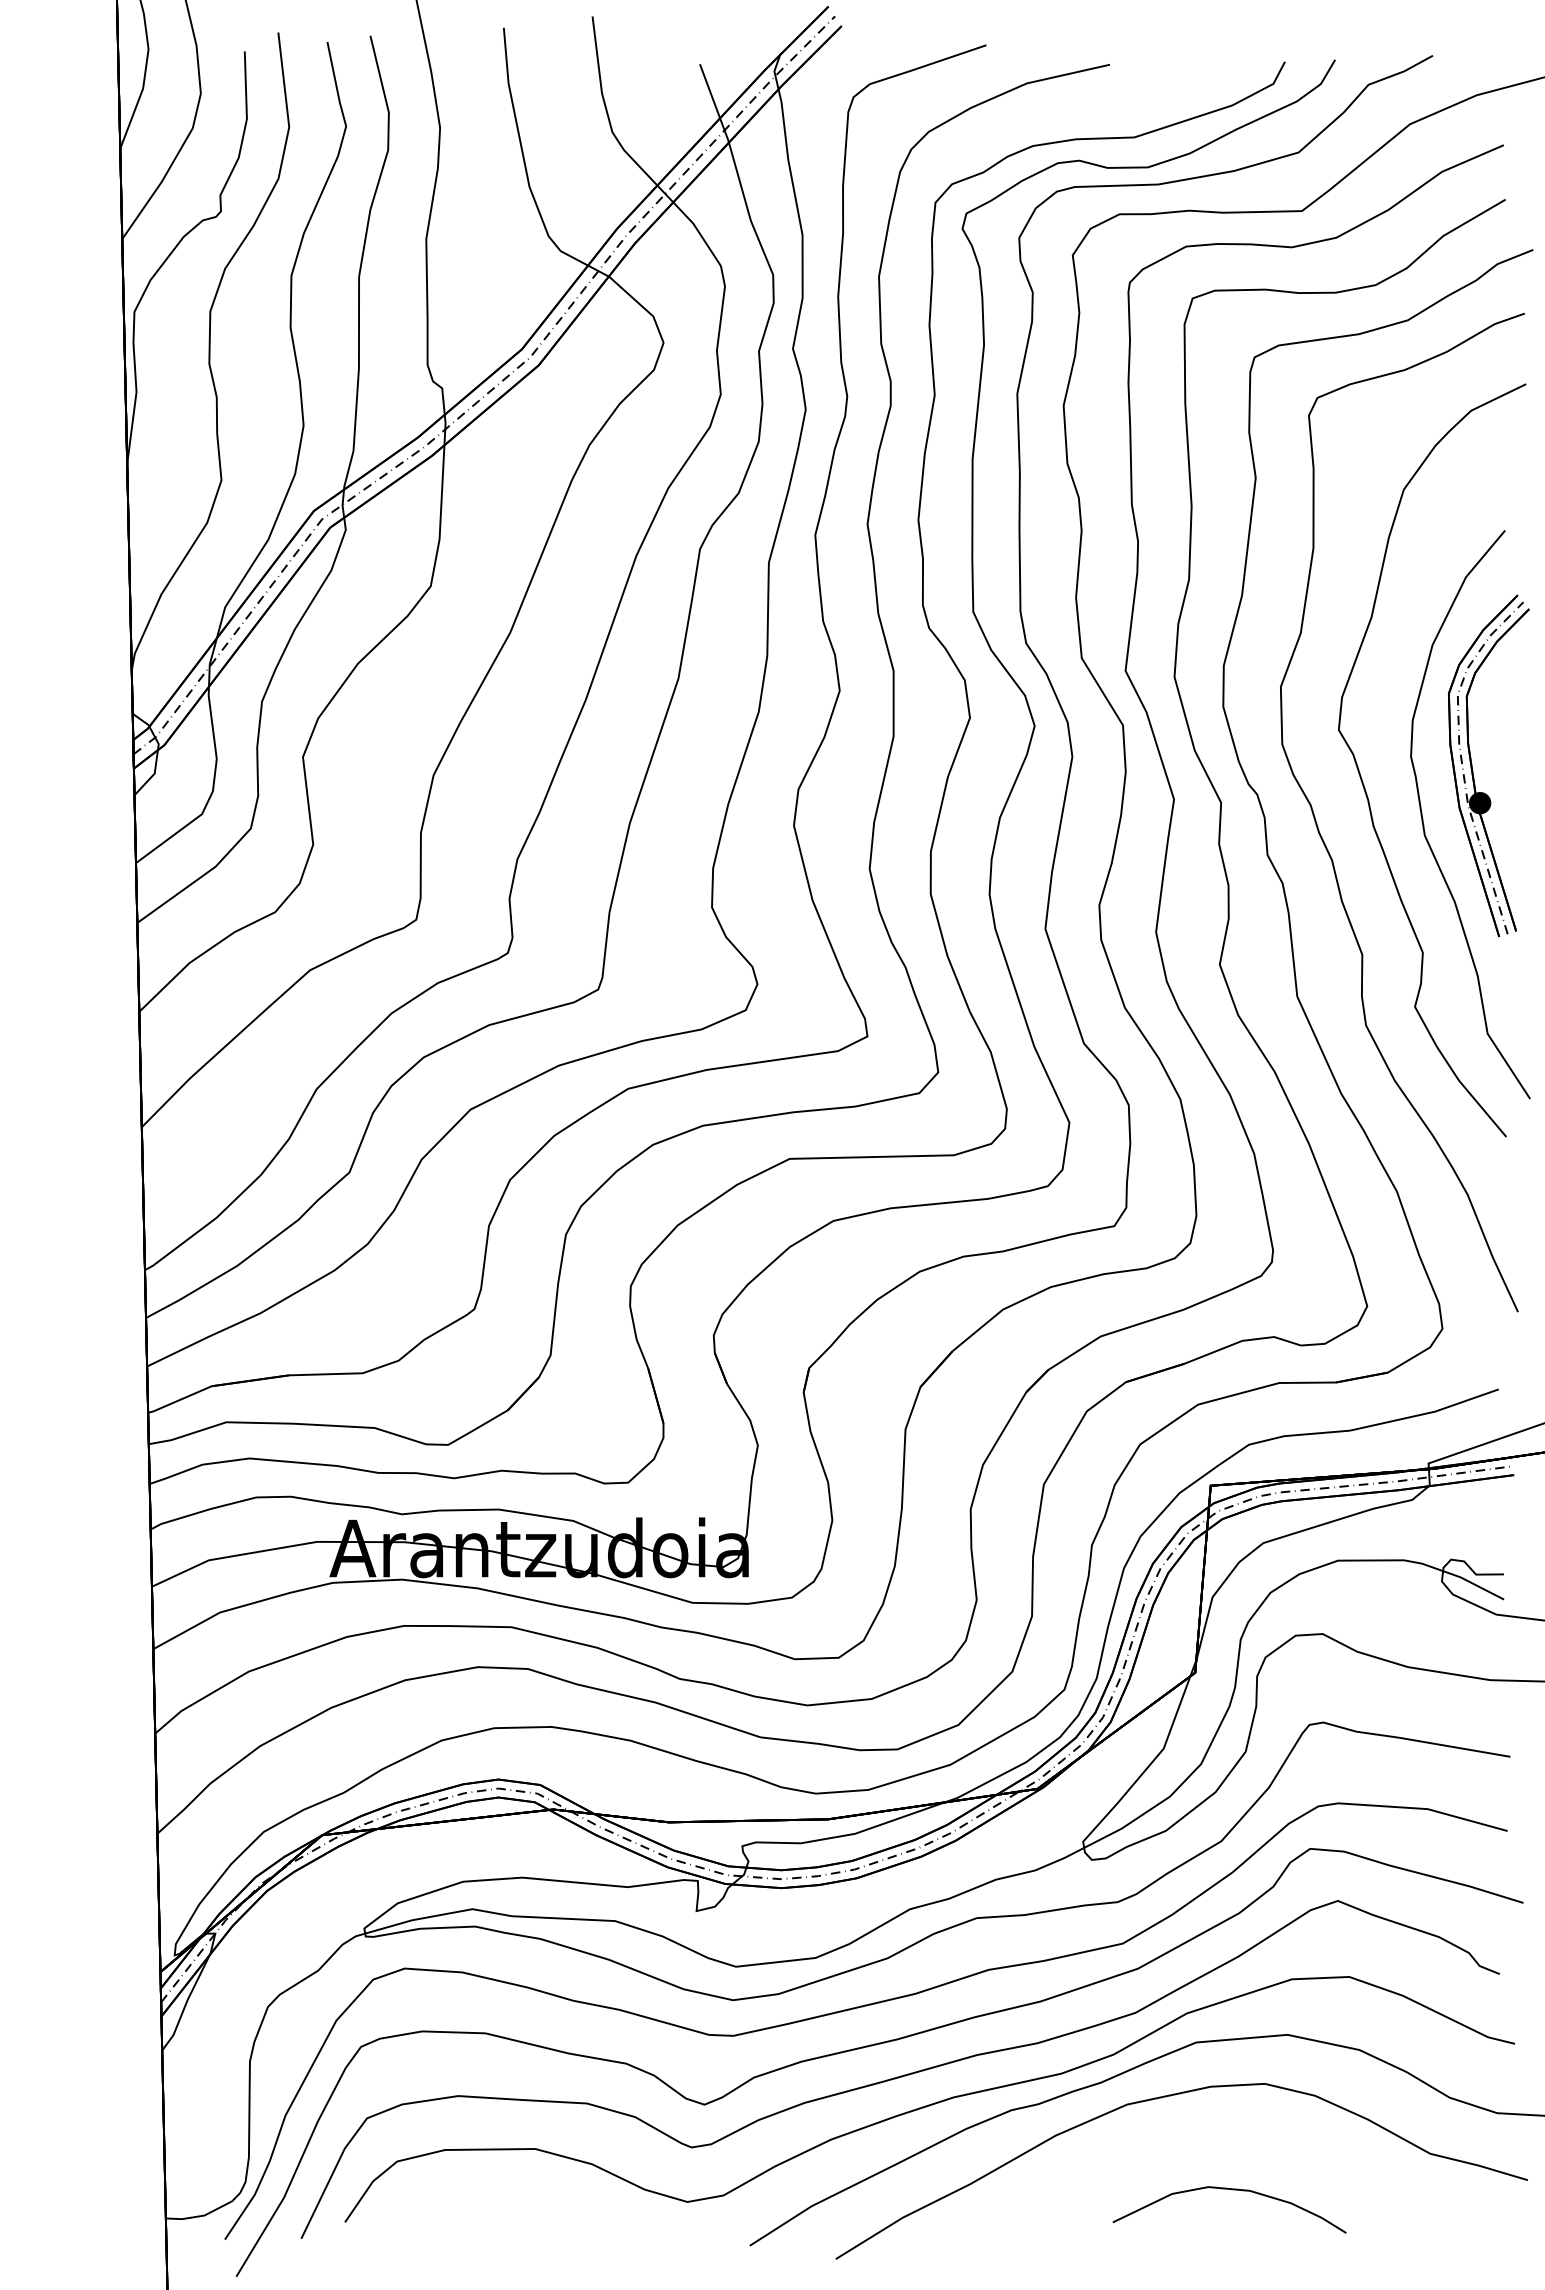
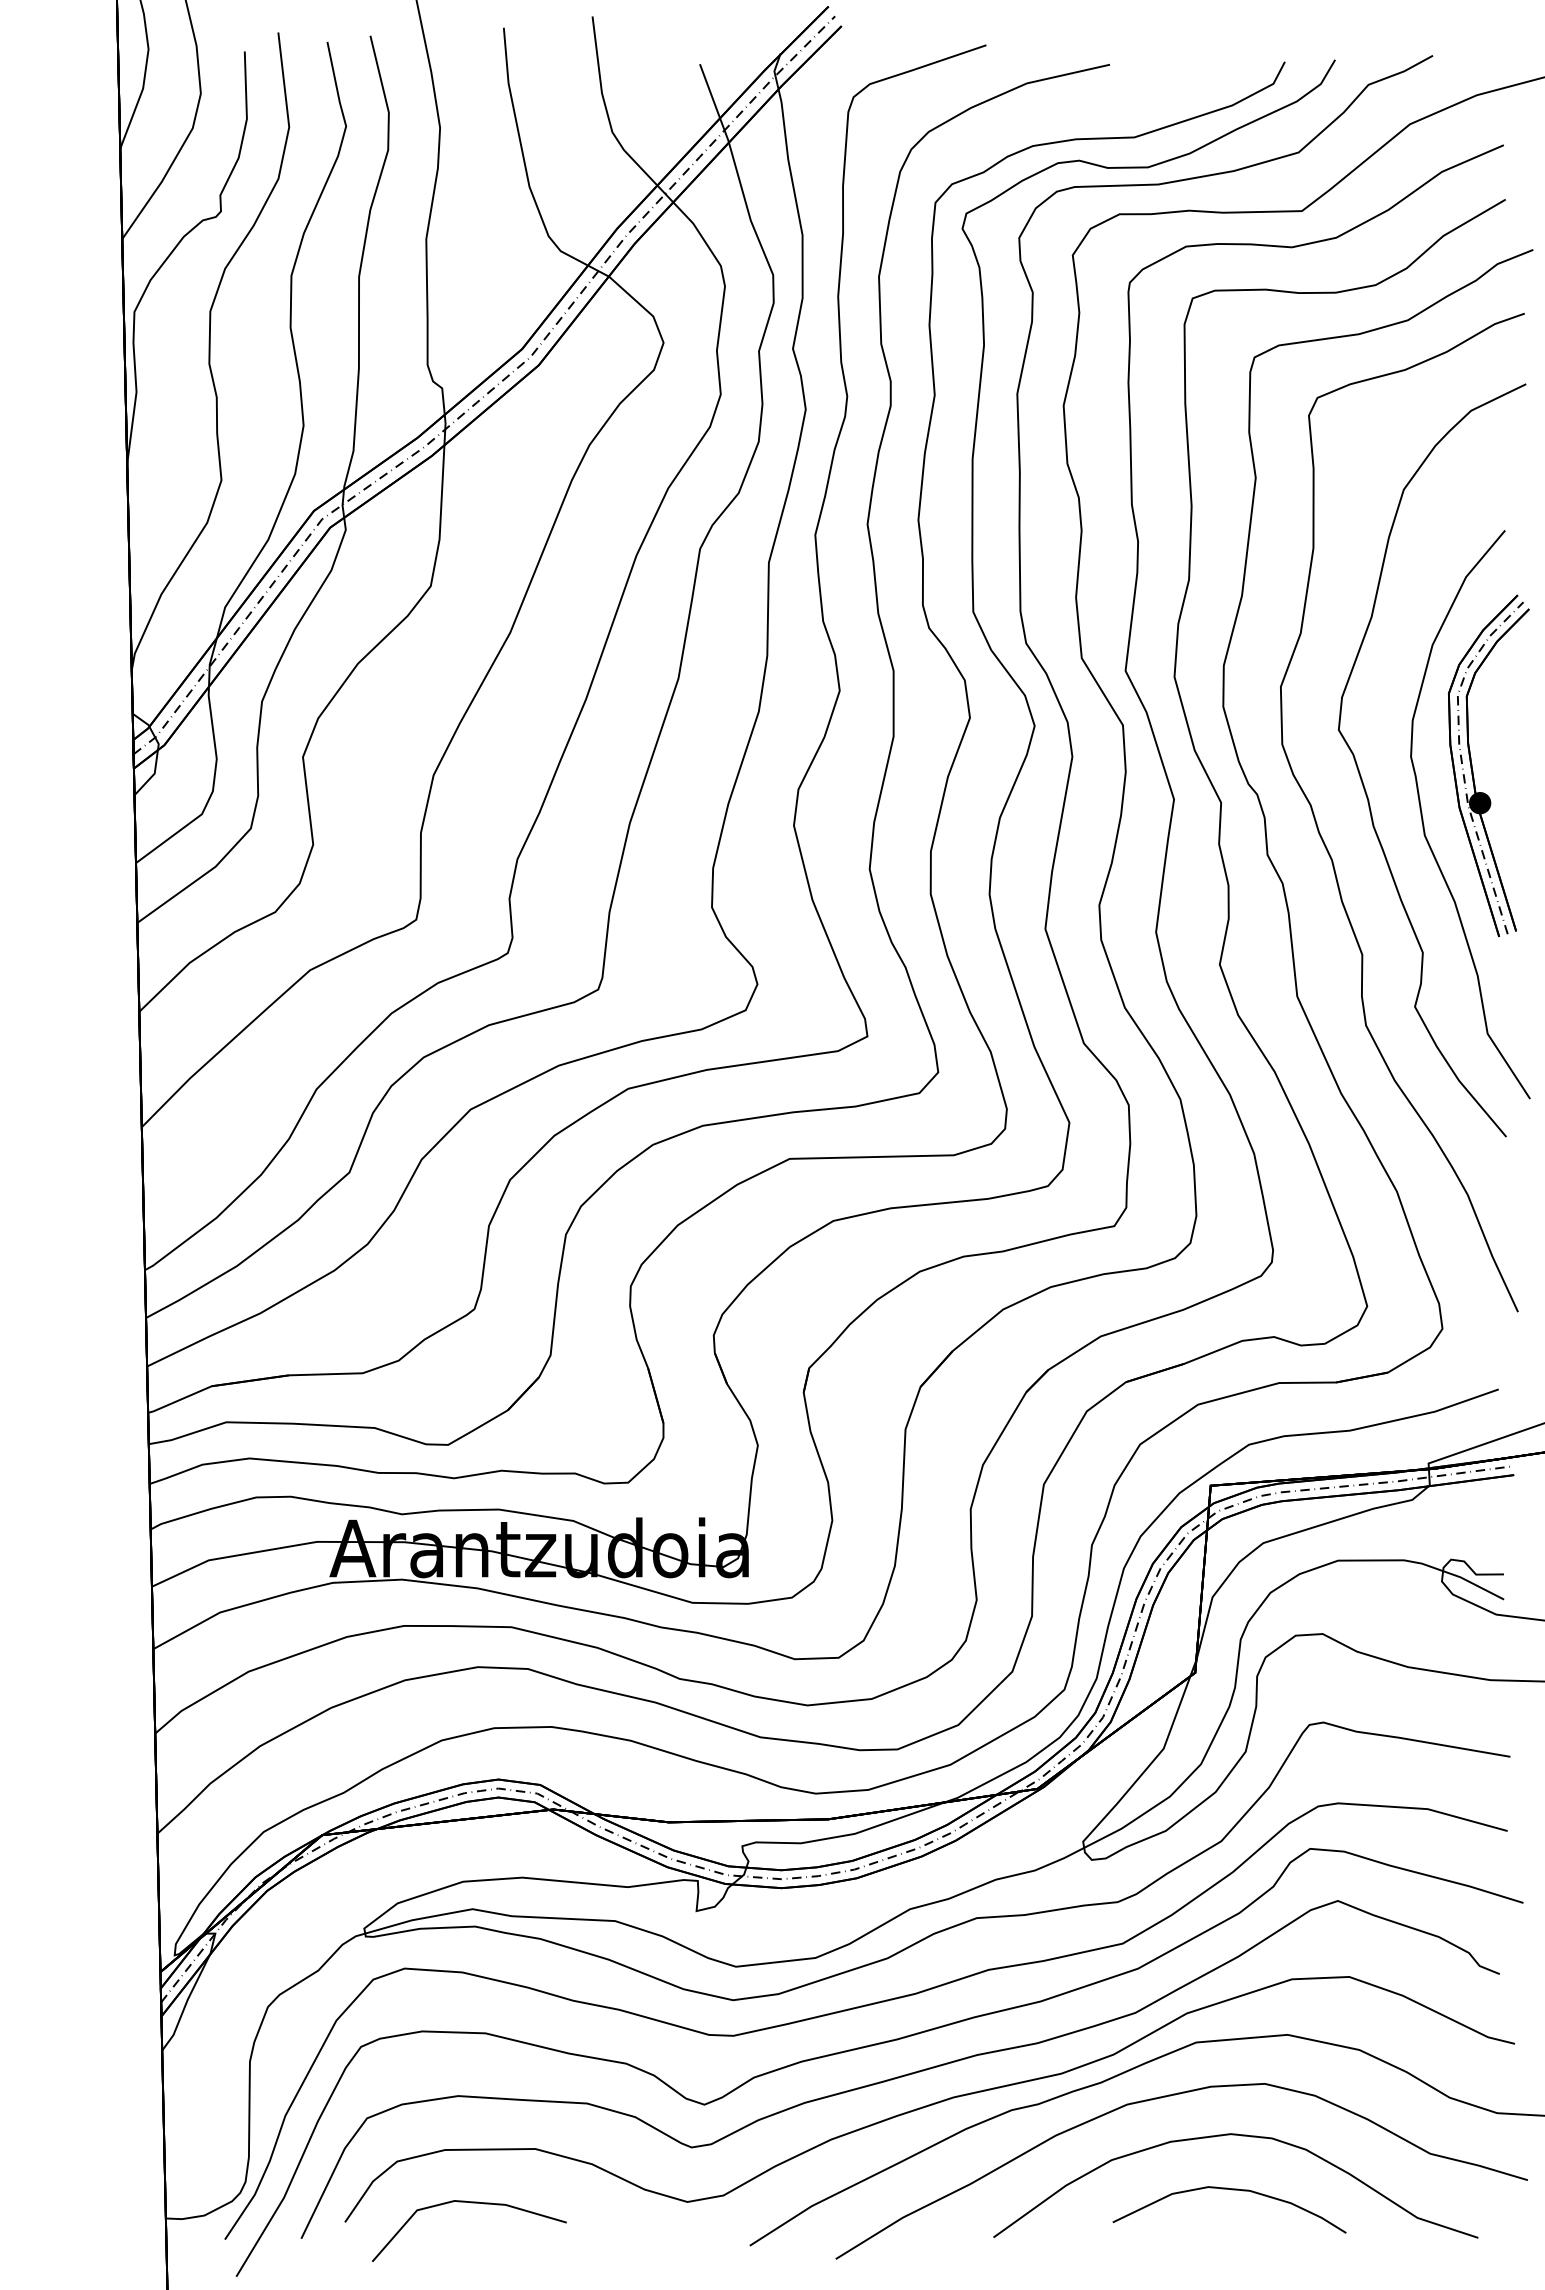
curve at (1241, 2136): none -> present
line at (470, 2203): none -> present
